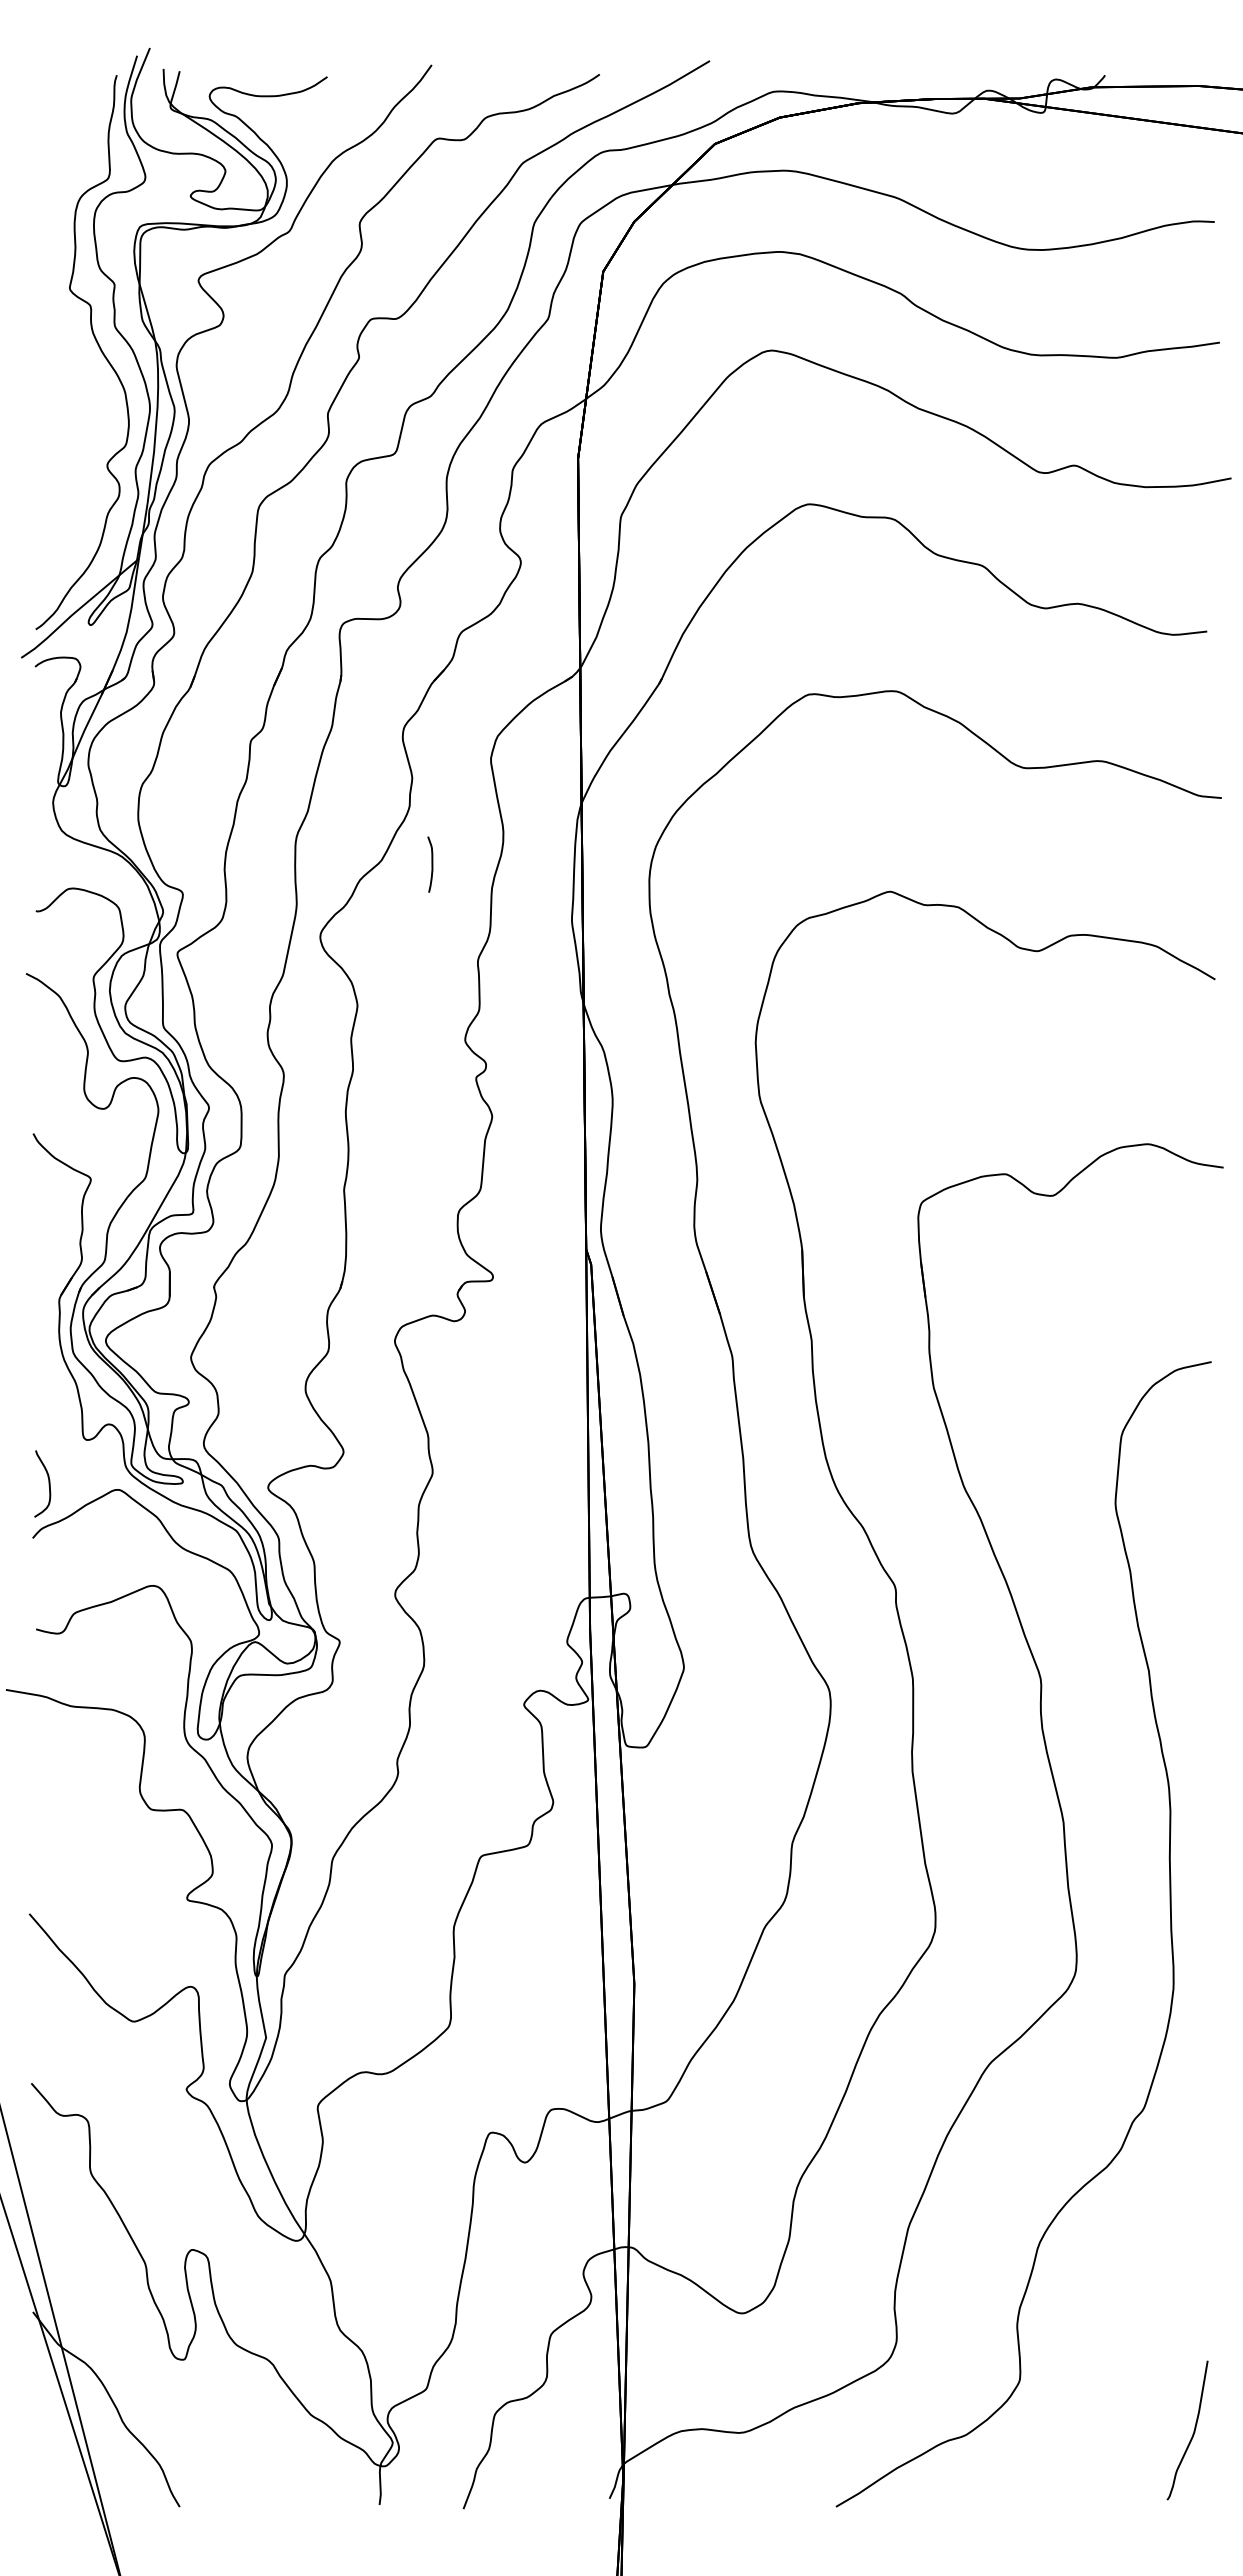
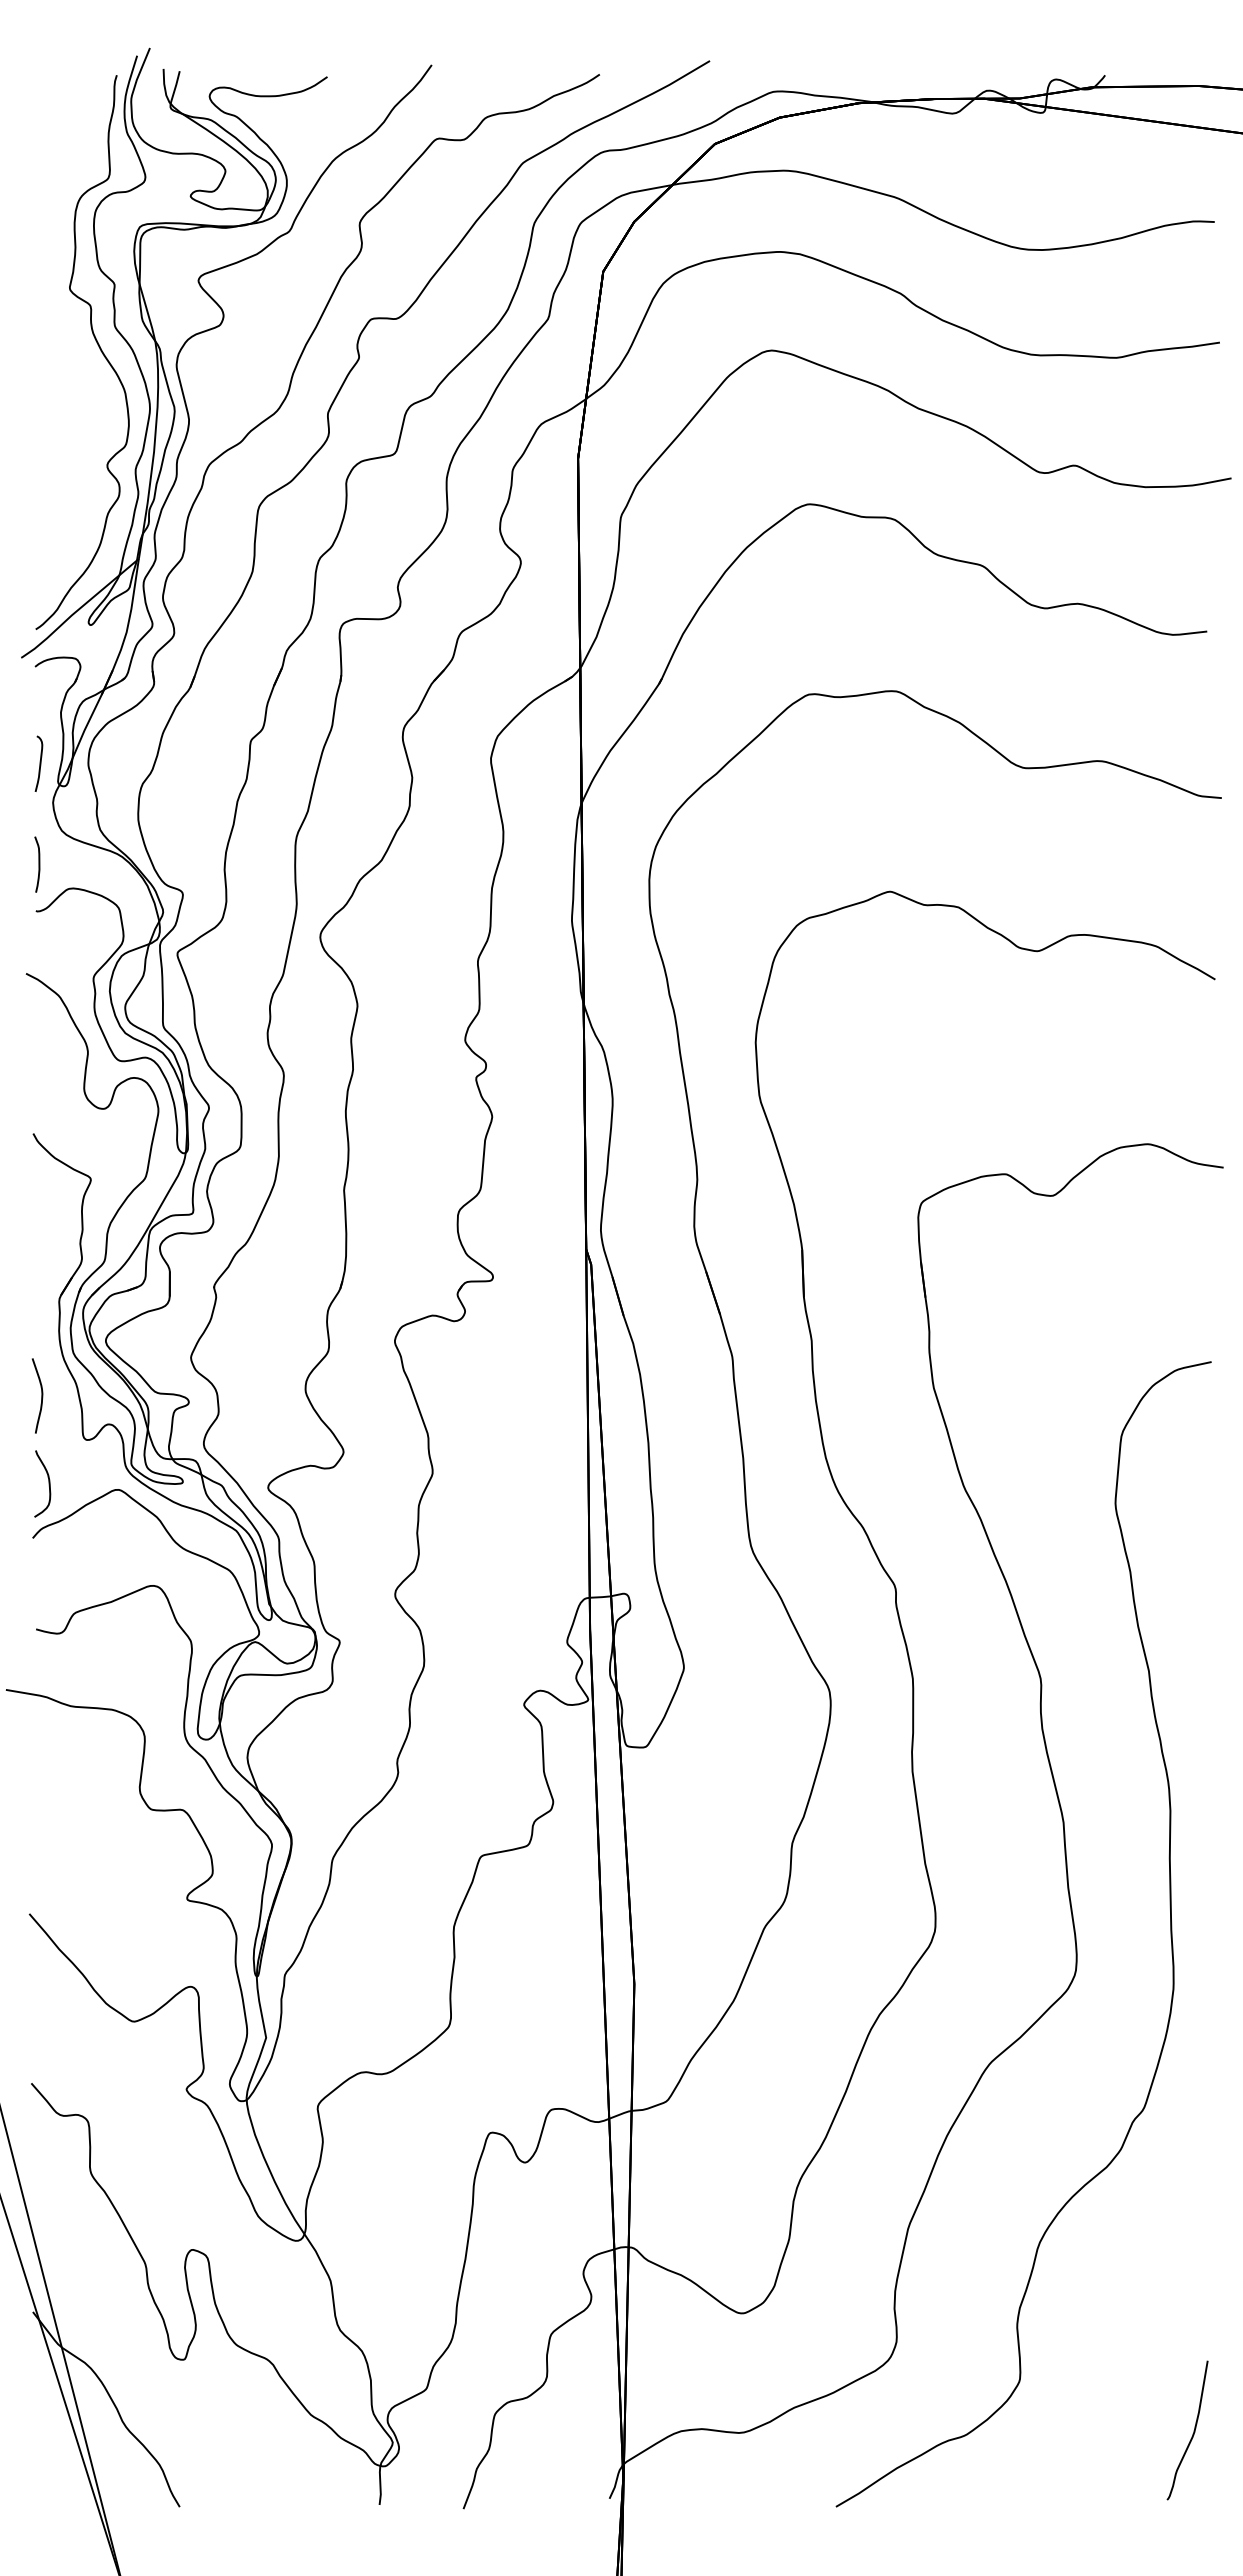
curve at (39, 763): none -> present
curve at (431, 864) position: (431, 864) -> (38, 864)
curve at (41, 1395): none -> present
